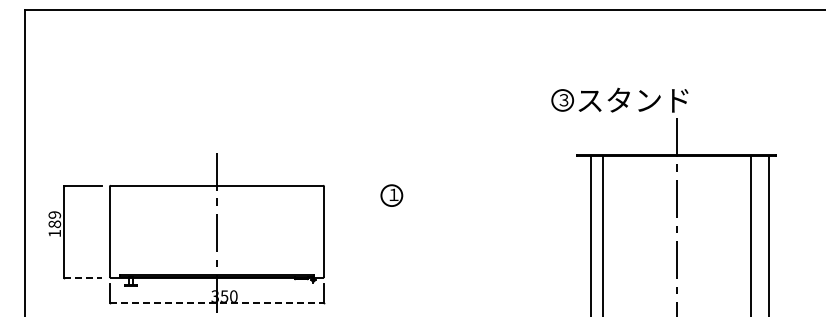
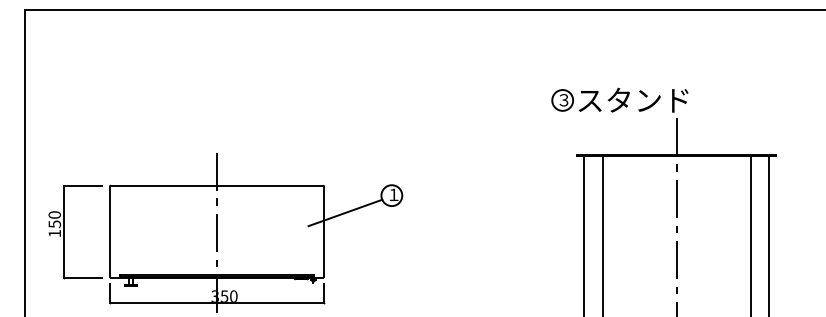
line at (345, 212): none -> present
text at (54, 219): 189 -> 150
line at (591, 234) position: (591, 234) -> (584, 234)
line at (83, 277): dashed -> solid
line at (217, 303): dashed -> solid
